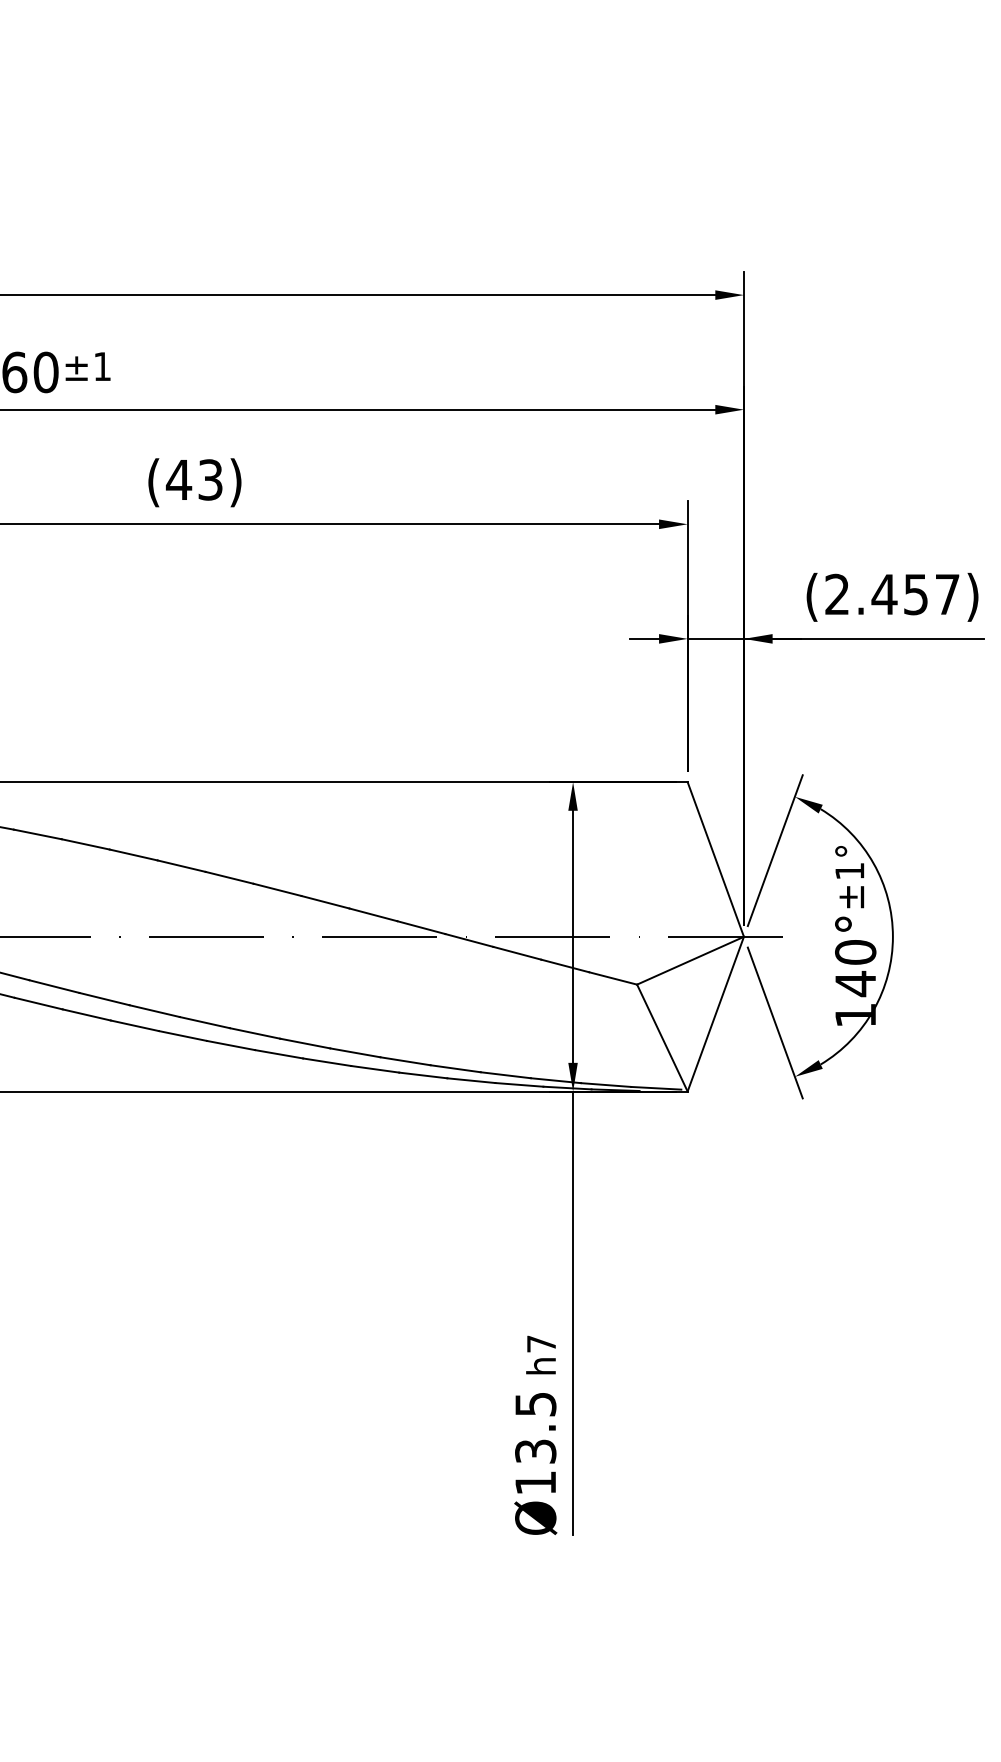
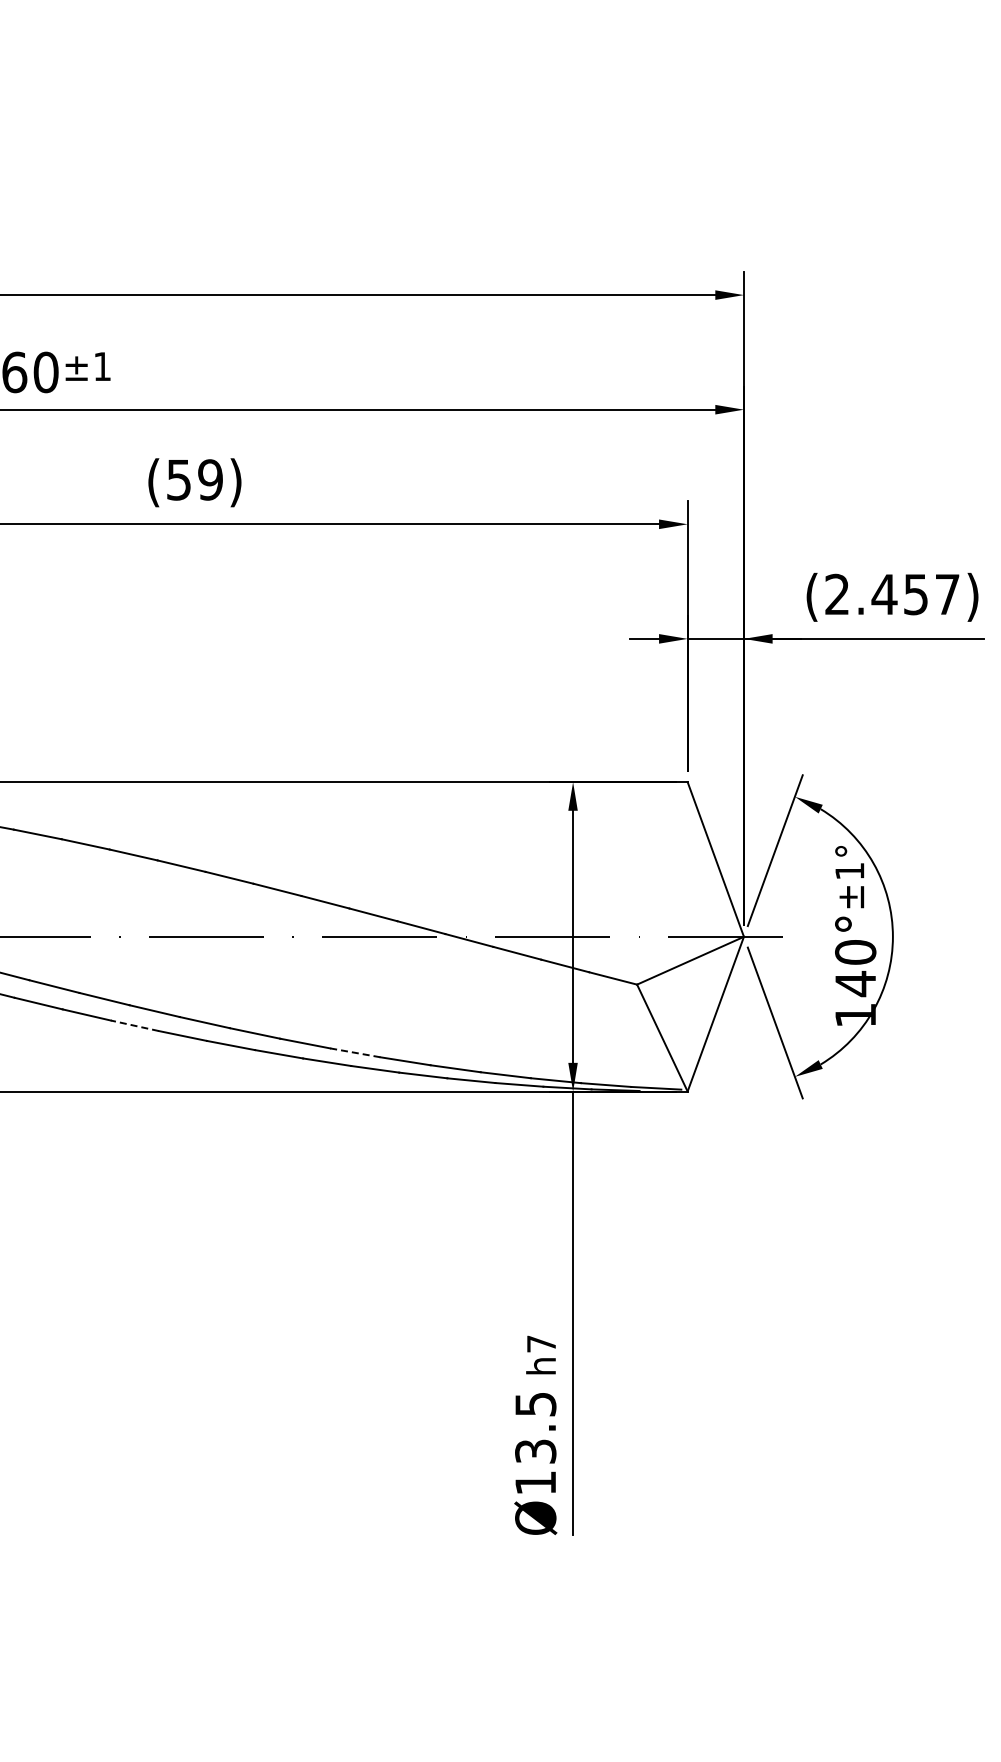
text at (193, 479): (43) -> (59)
line at (134, 1025): solid -> dashed
line at (354, 1052): solid -> dashed
